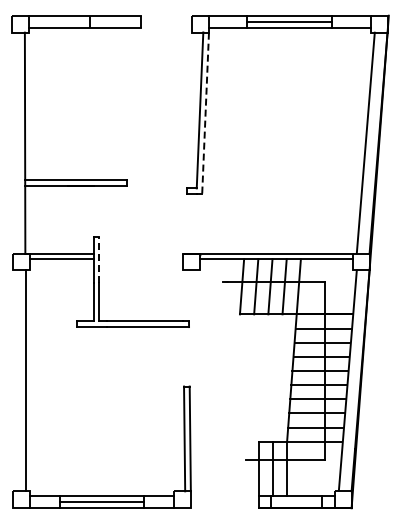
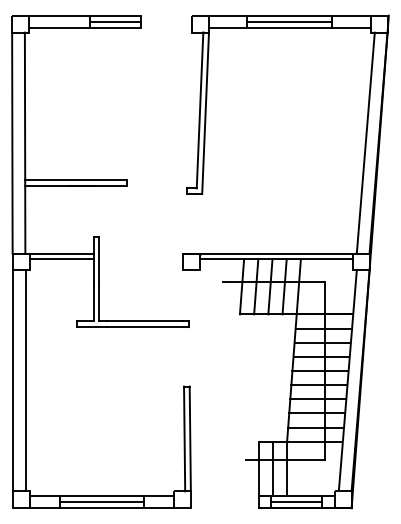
line at (115, 22): none -> present
line at (205, 113): dashed -> solid
line at (12, 142): none -> present
line at (99, 259): dashed -> solid
line at (13, 380): none -> present
line at (296, 501): none -> present
